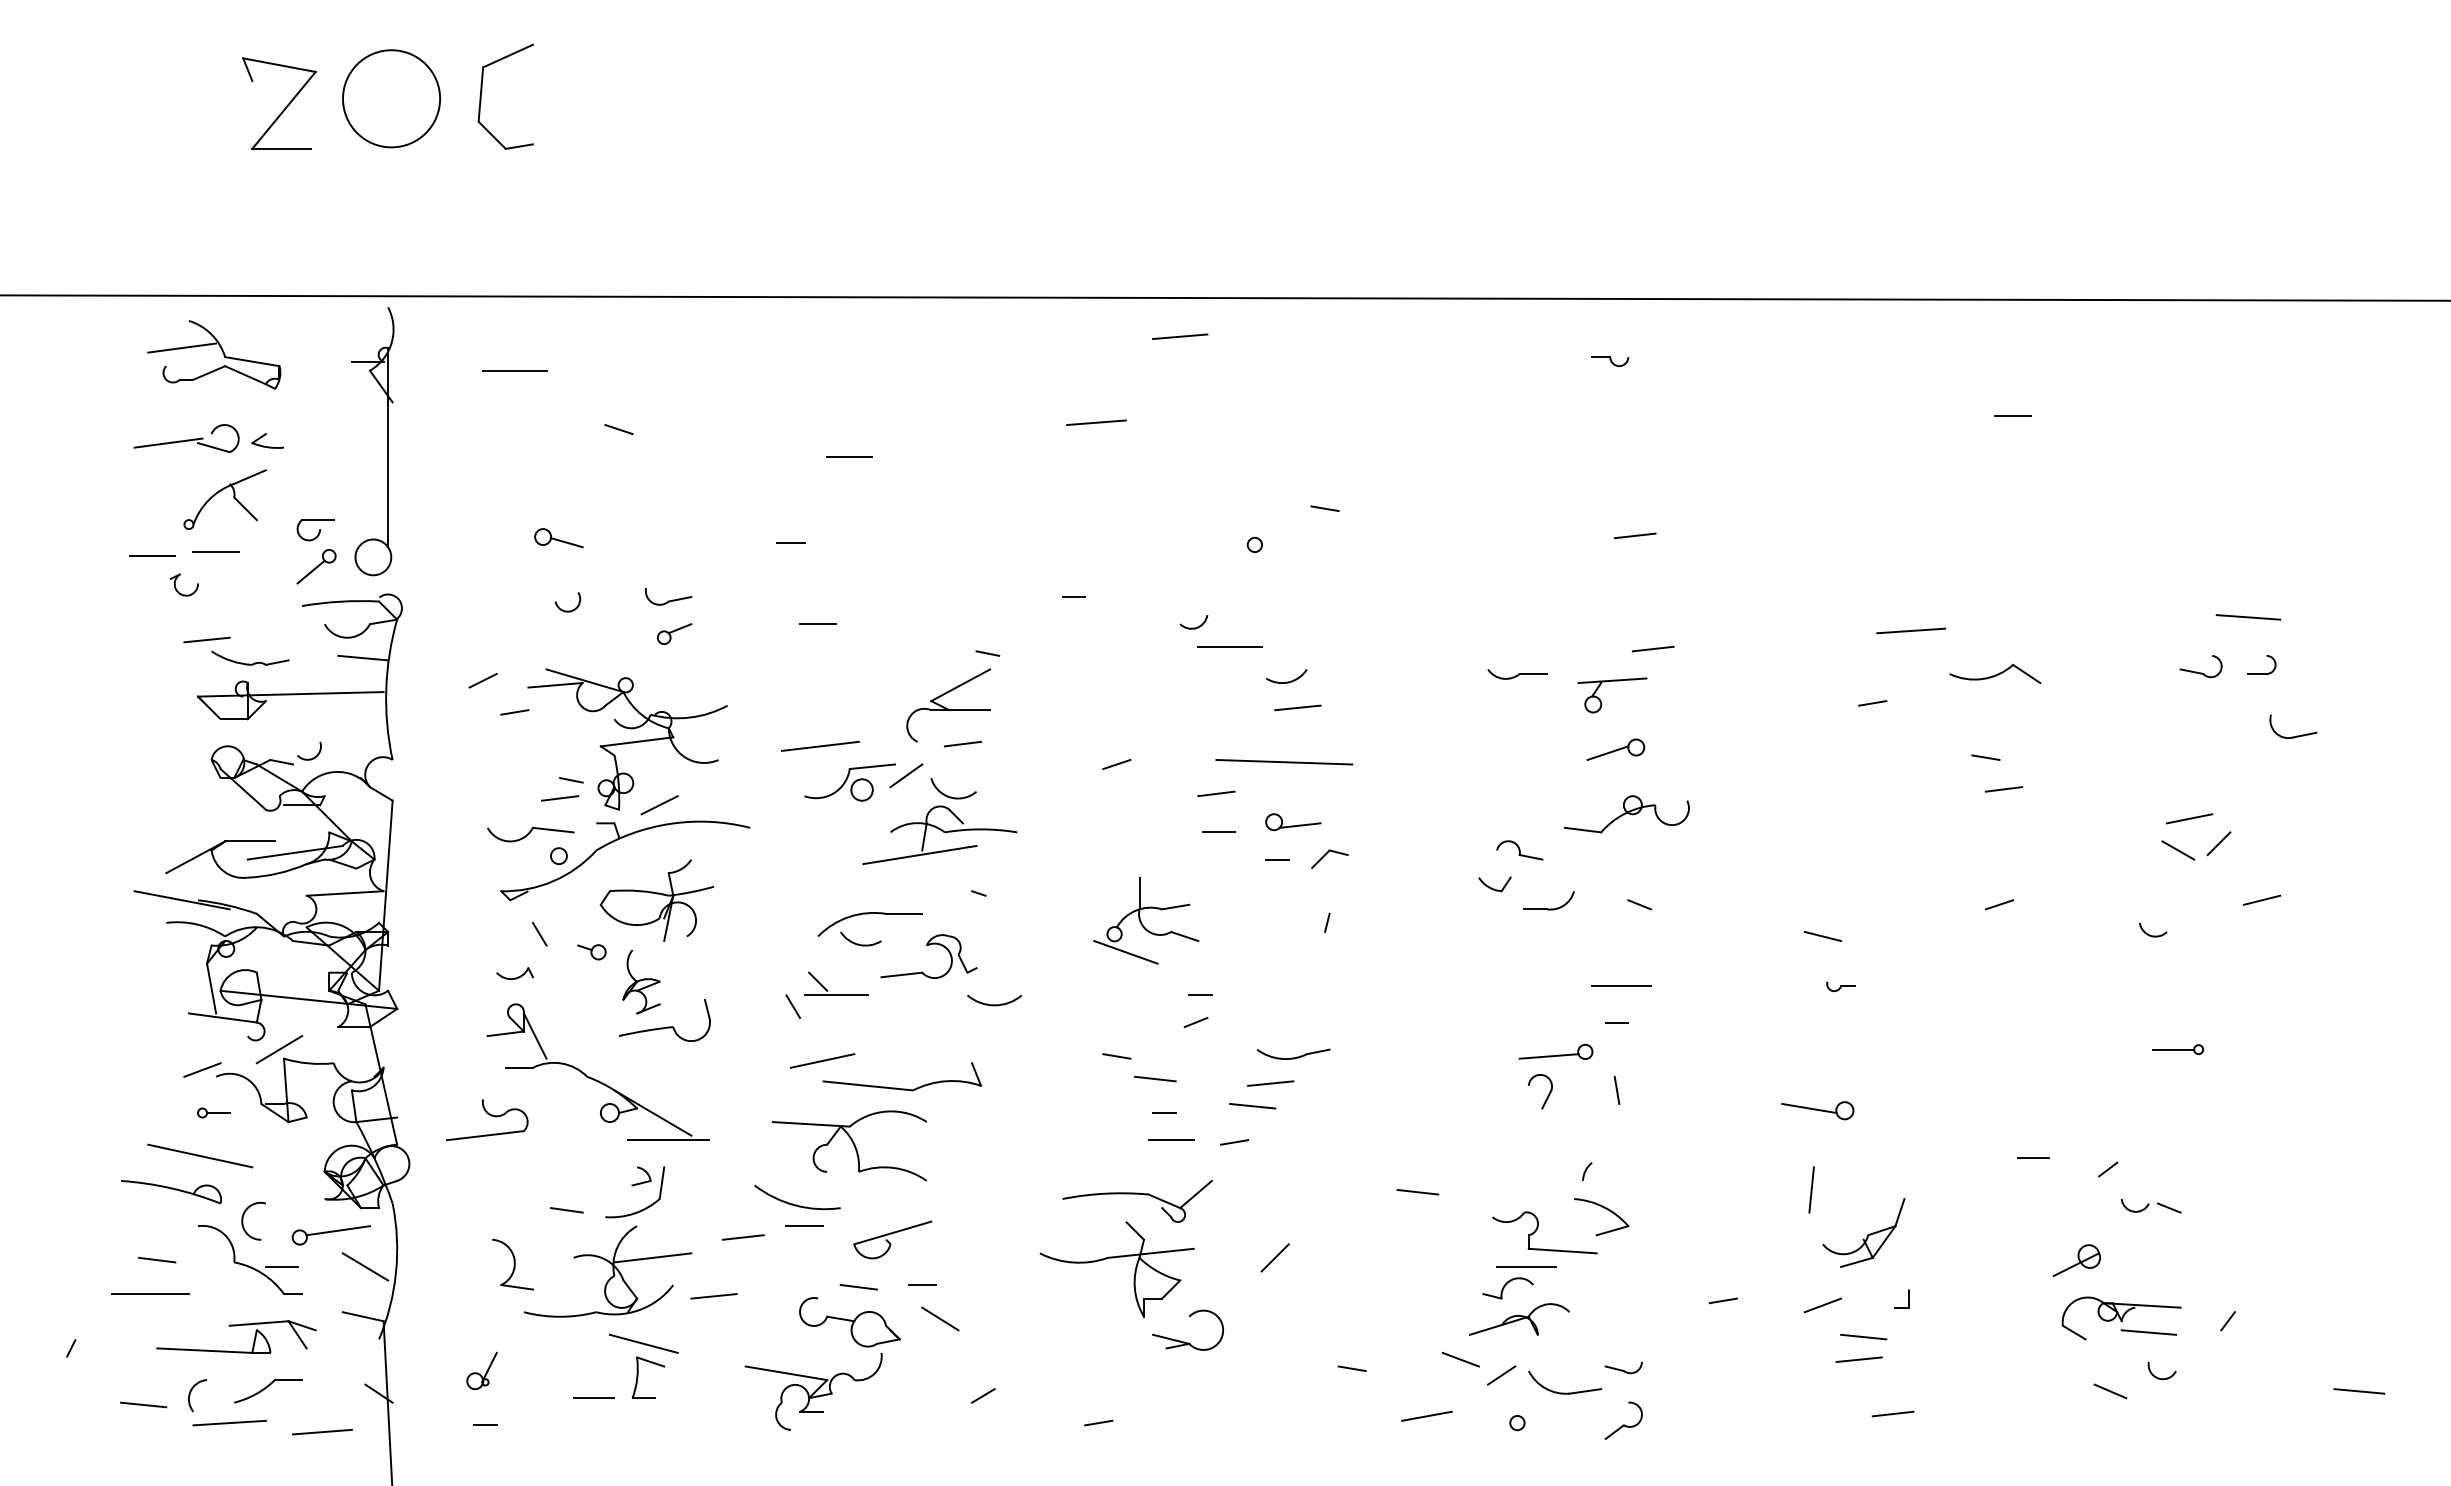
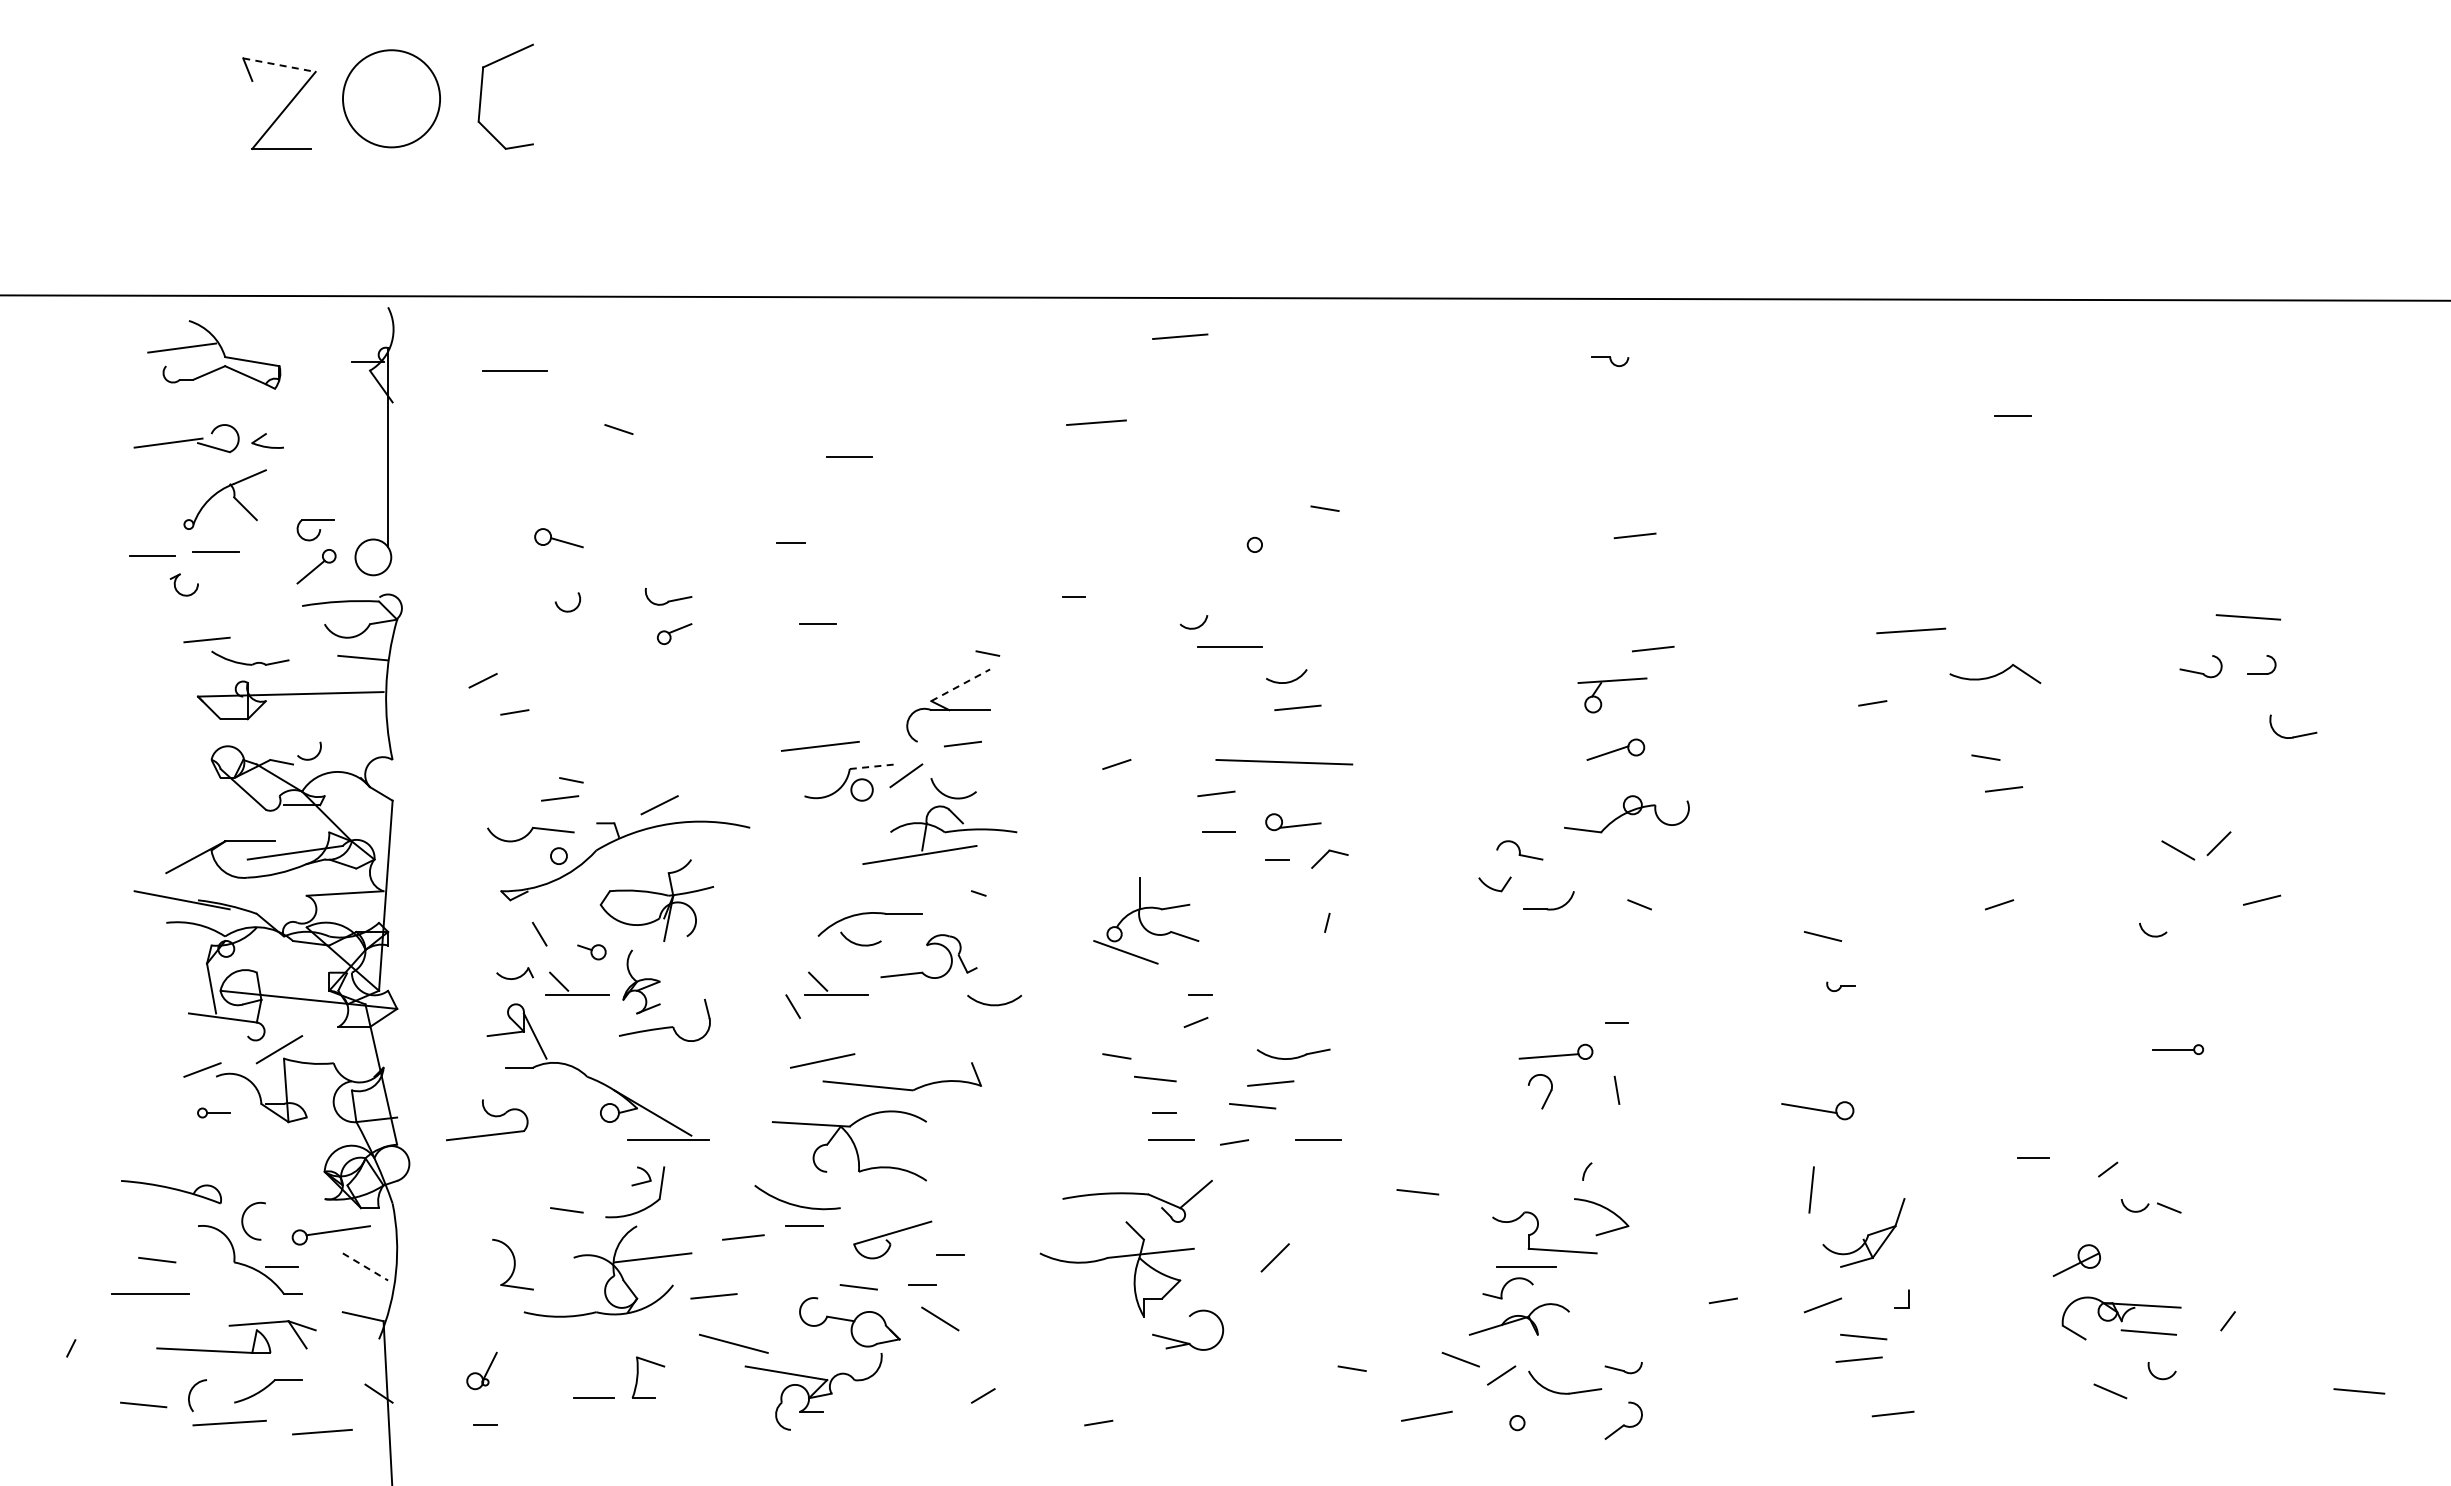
line at (279, 65): solid -> dashed
part at (1517, 674): present -> none
line at (961, 685): solid -> dashed
part at (627, 739): present -> none
line at (872, 766): solid -> dashed
line at (2189, 818): present -> none
line at (1621, 986): present -> none
part at (569, 990): none -> present
line at (1318, 1139): none -> present
line at (200, 1155): present -> none
line at (950, 1254): none -> present
line at (365, 1267): solid -> dashed
line at (643, 1343) position: (643, 1343) -> (733, 1343)
